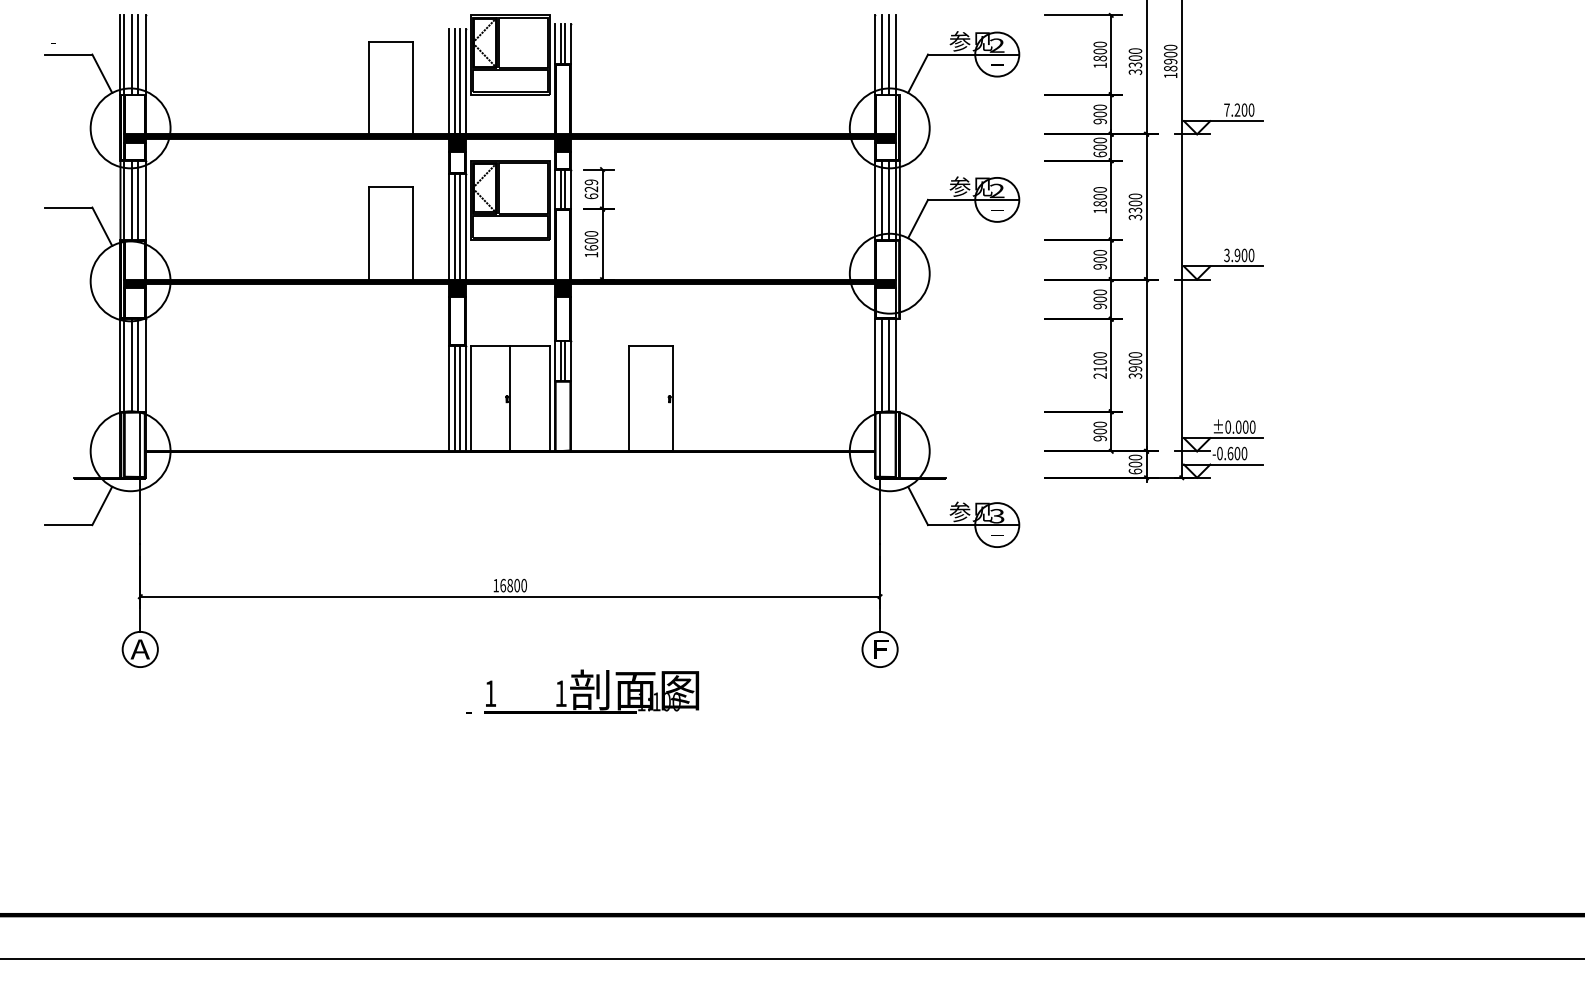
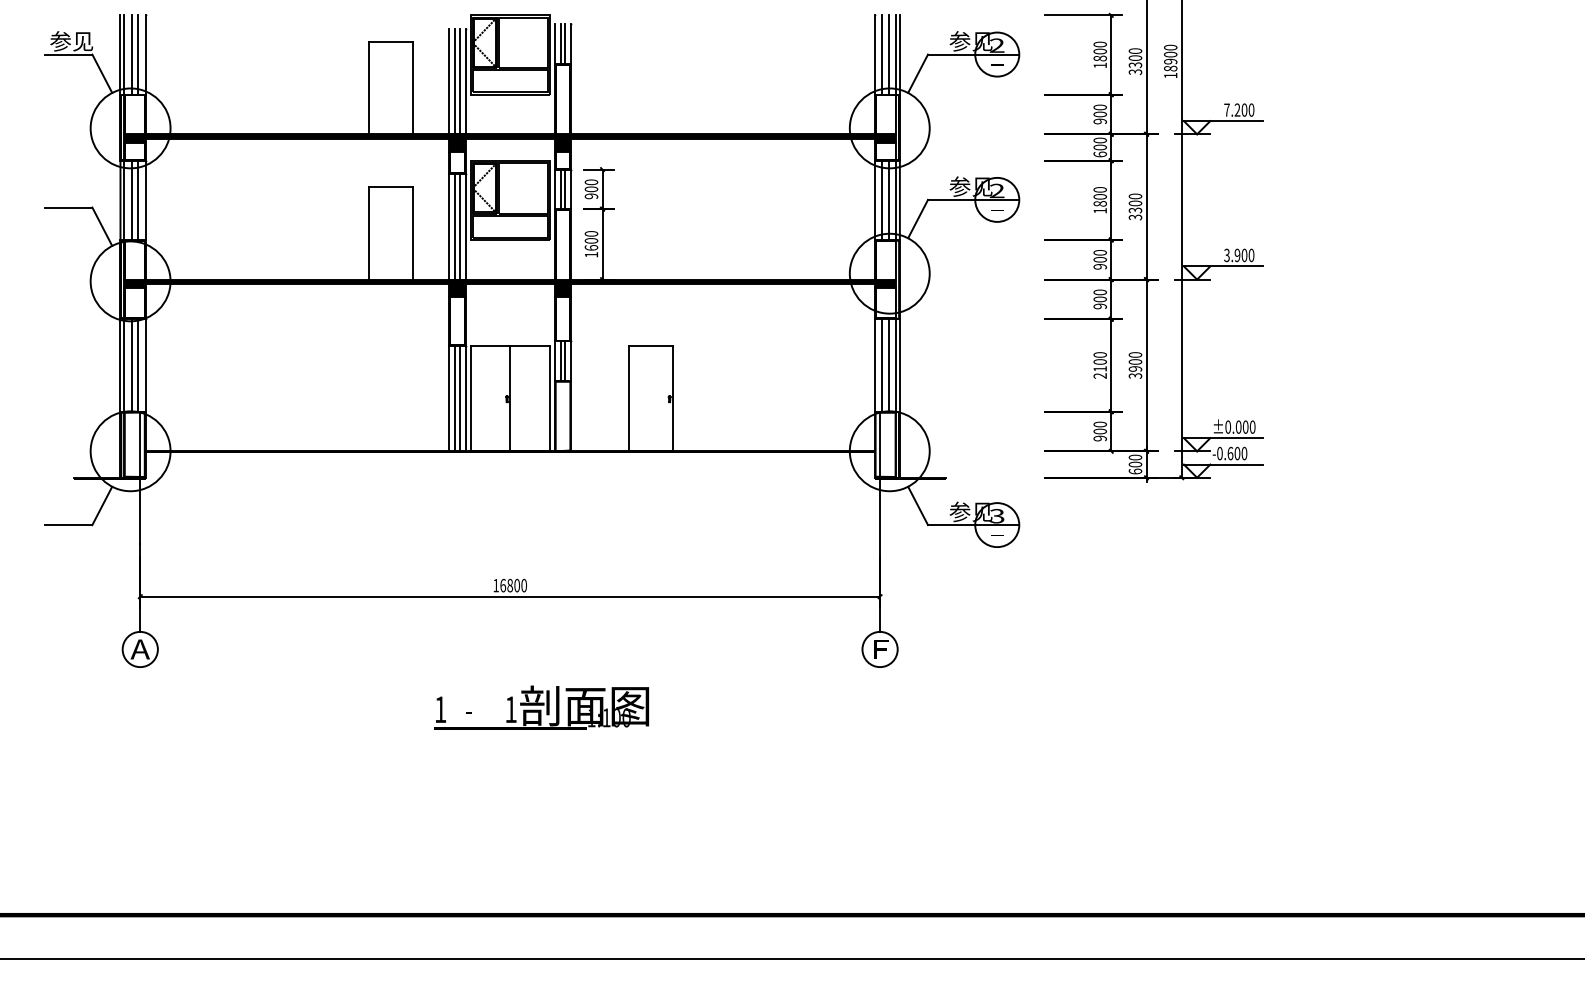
text at (71, 41): - -> 参见
line at (899, 54): none -> present
text at (591, 189): 629 -> 900
line at (899, 365): none -> present
text at (591, 691) position: (591, 691) -> (541, 707)
